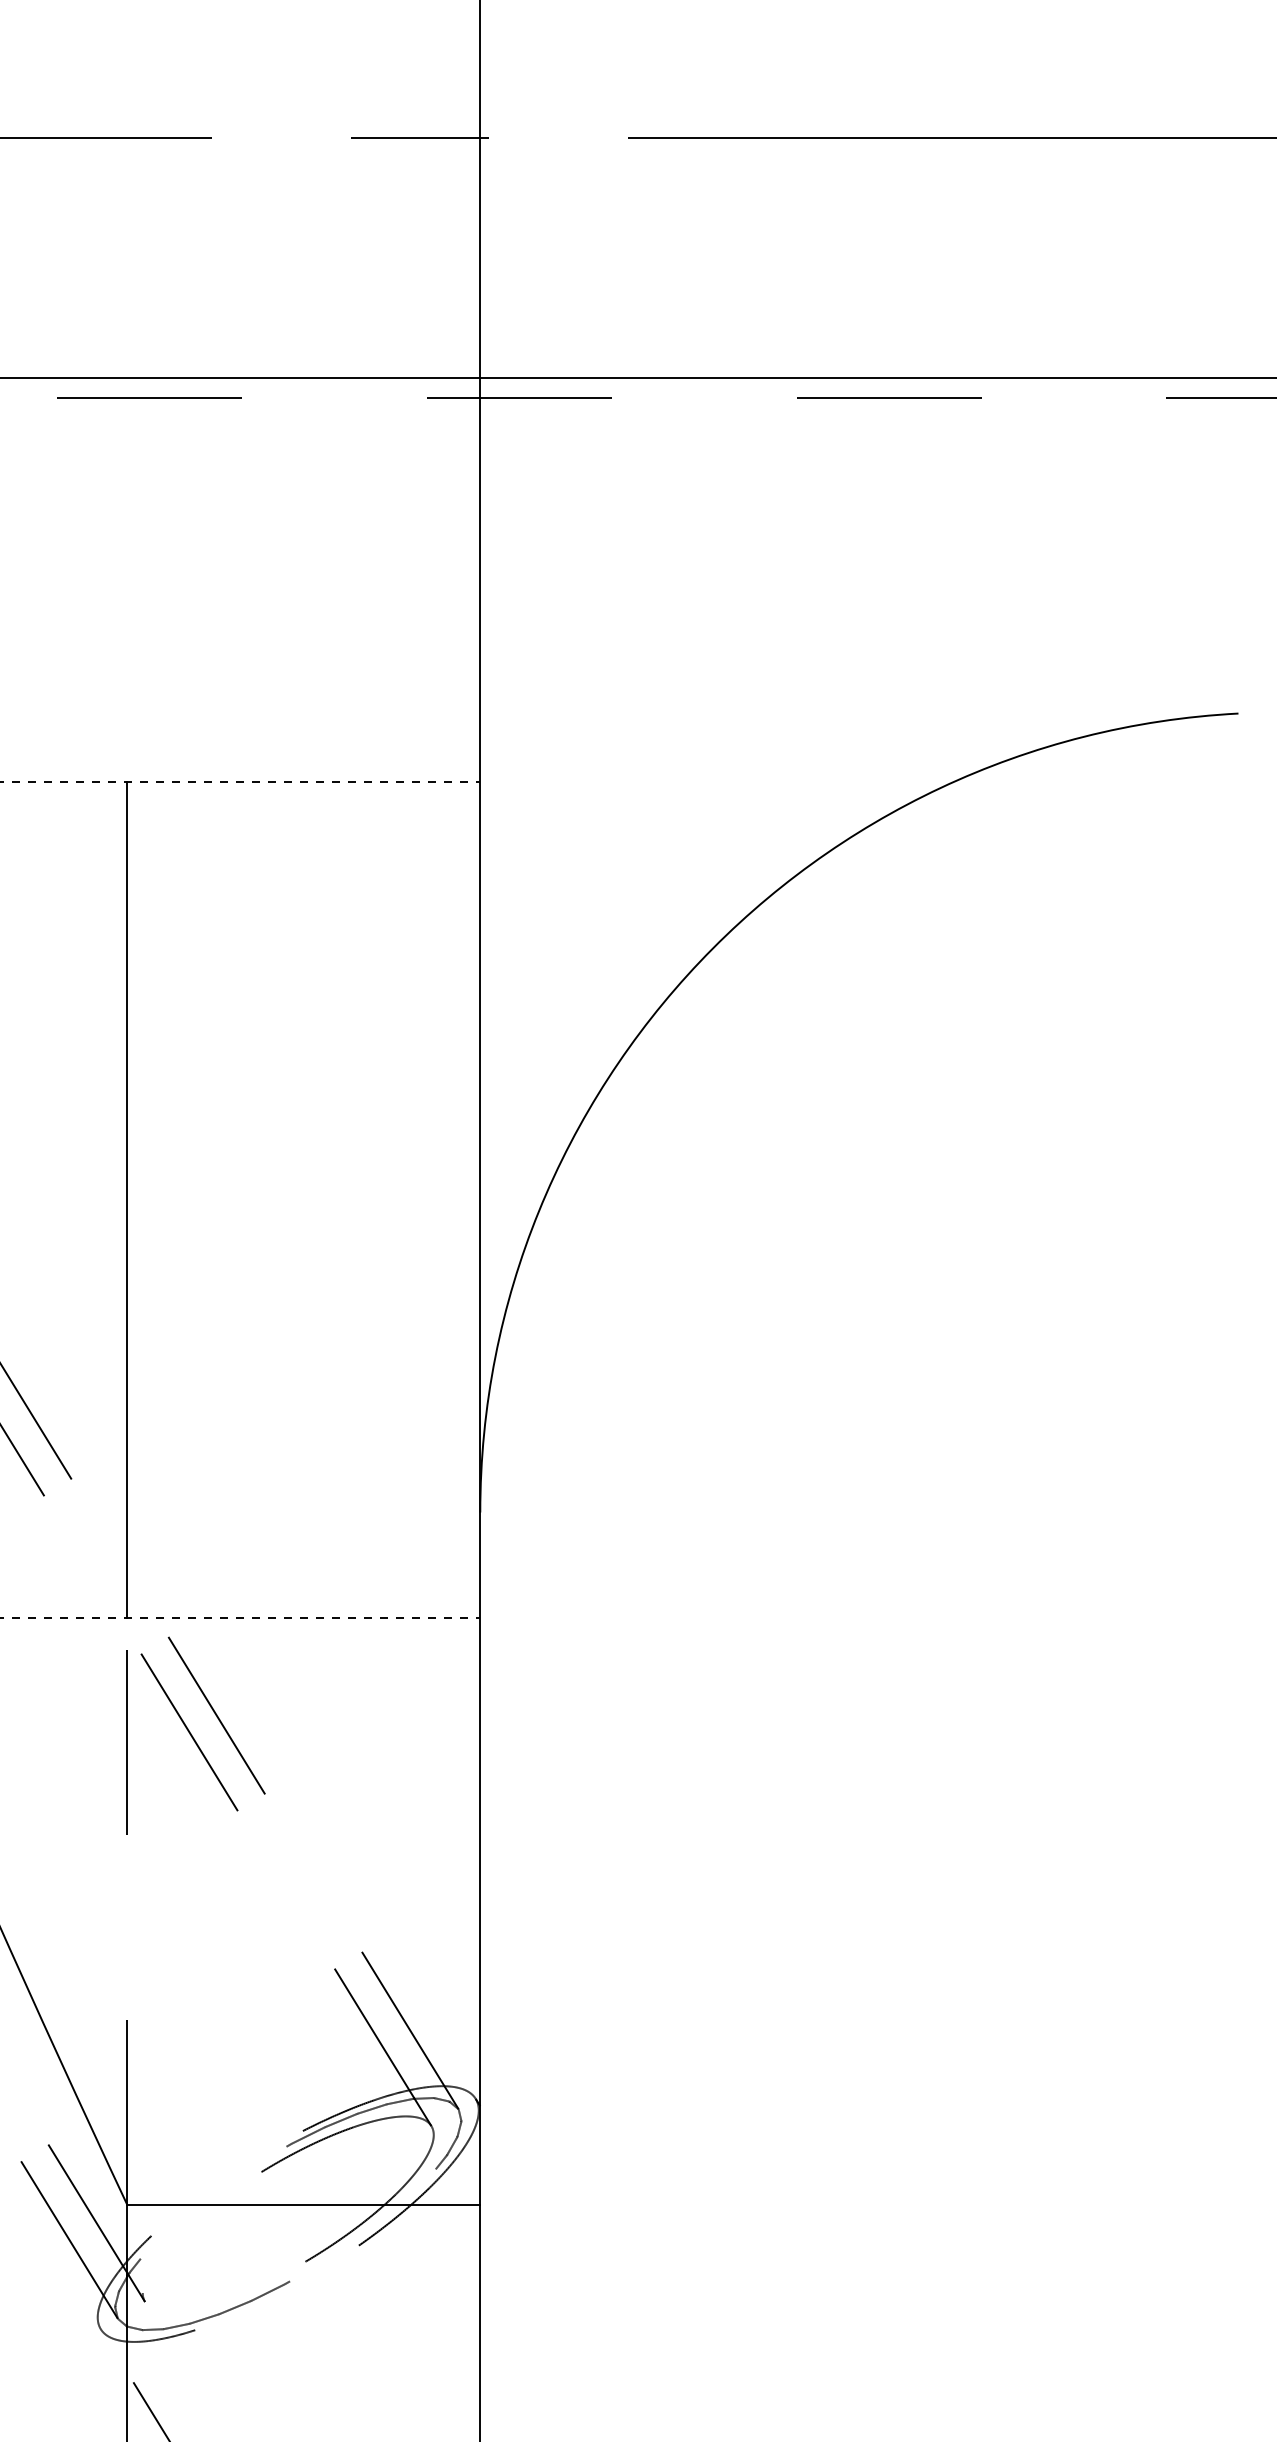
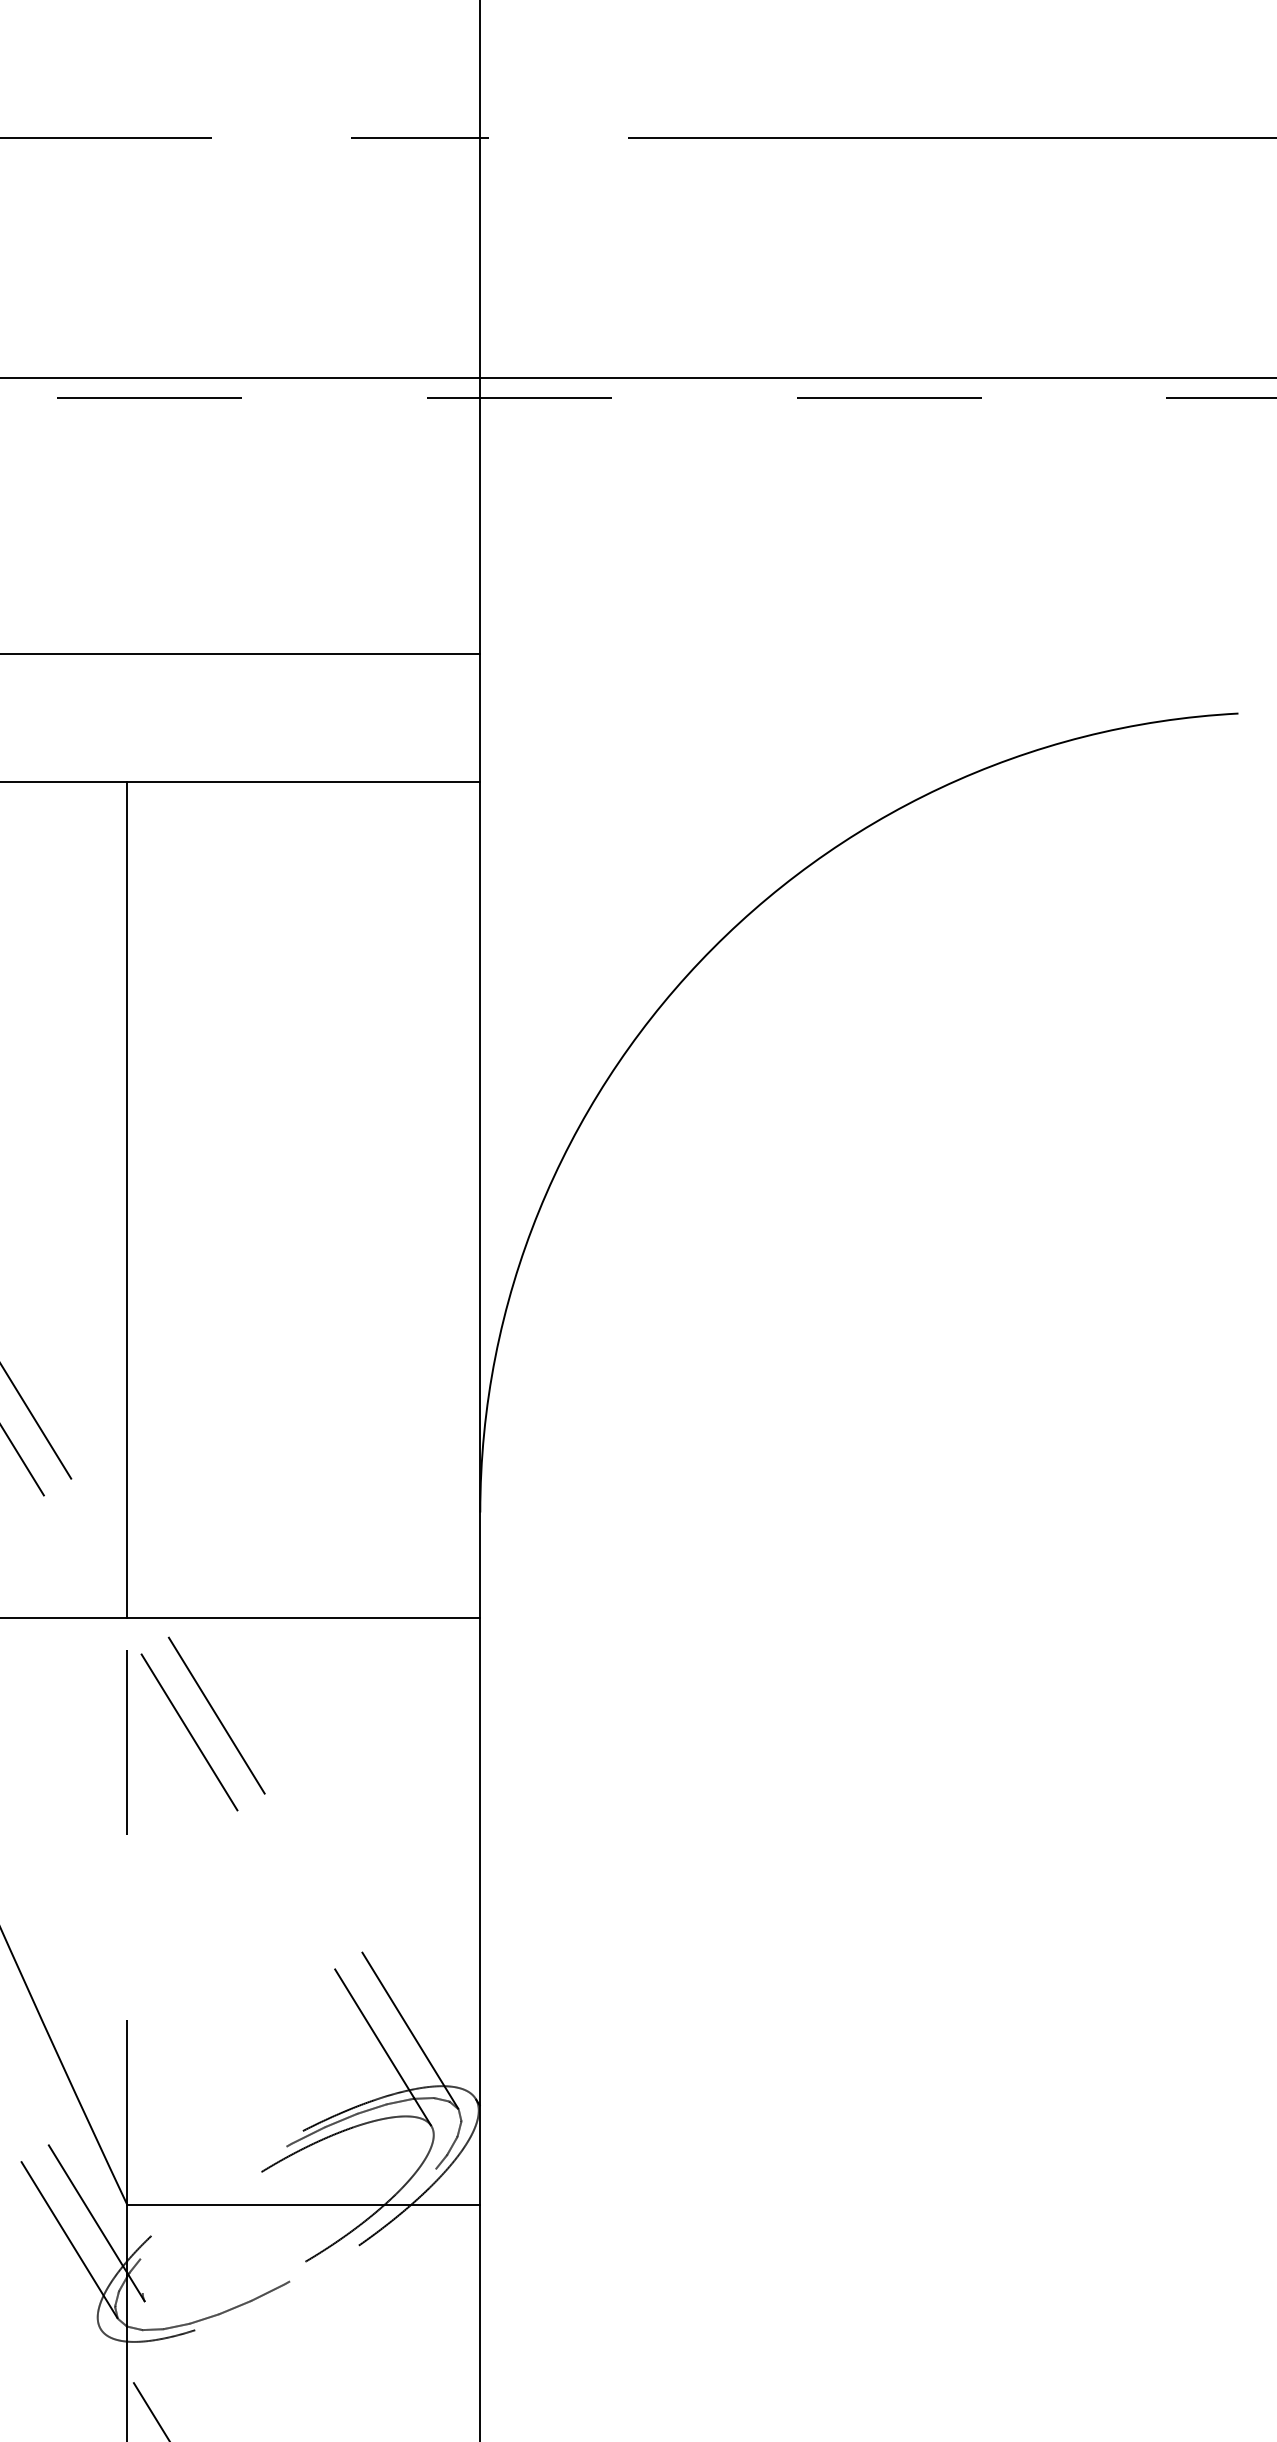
line at (241, 653): none -> present
line at (240, 781): dashed -> solid
line at (240, 1617): dashed -> solid
